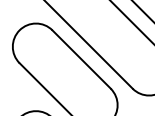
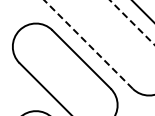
line at (132, 22): solid -> dashed
line at (88, 44): solid -> dashed
